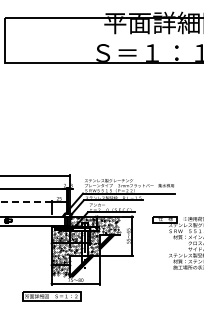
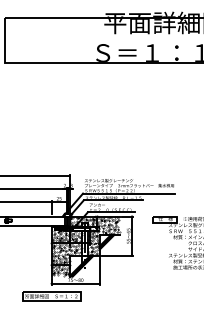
line at (25, 202): dashed -> solid
